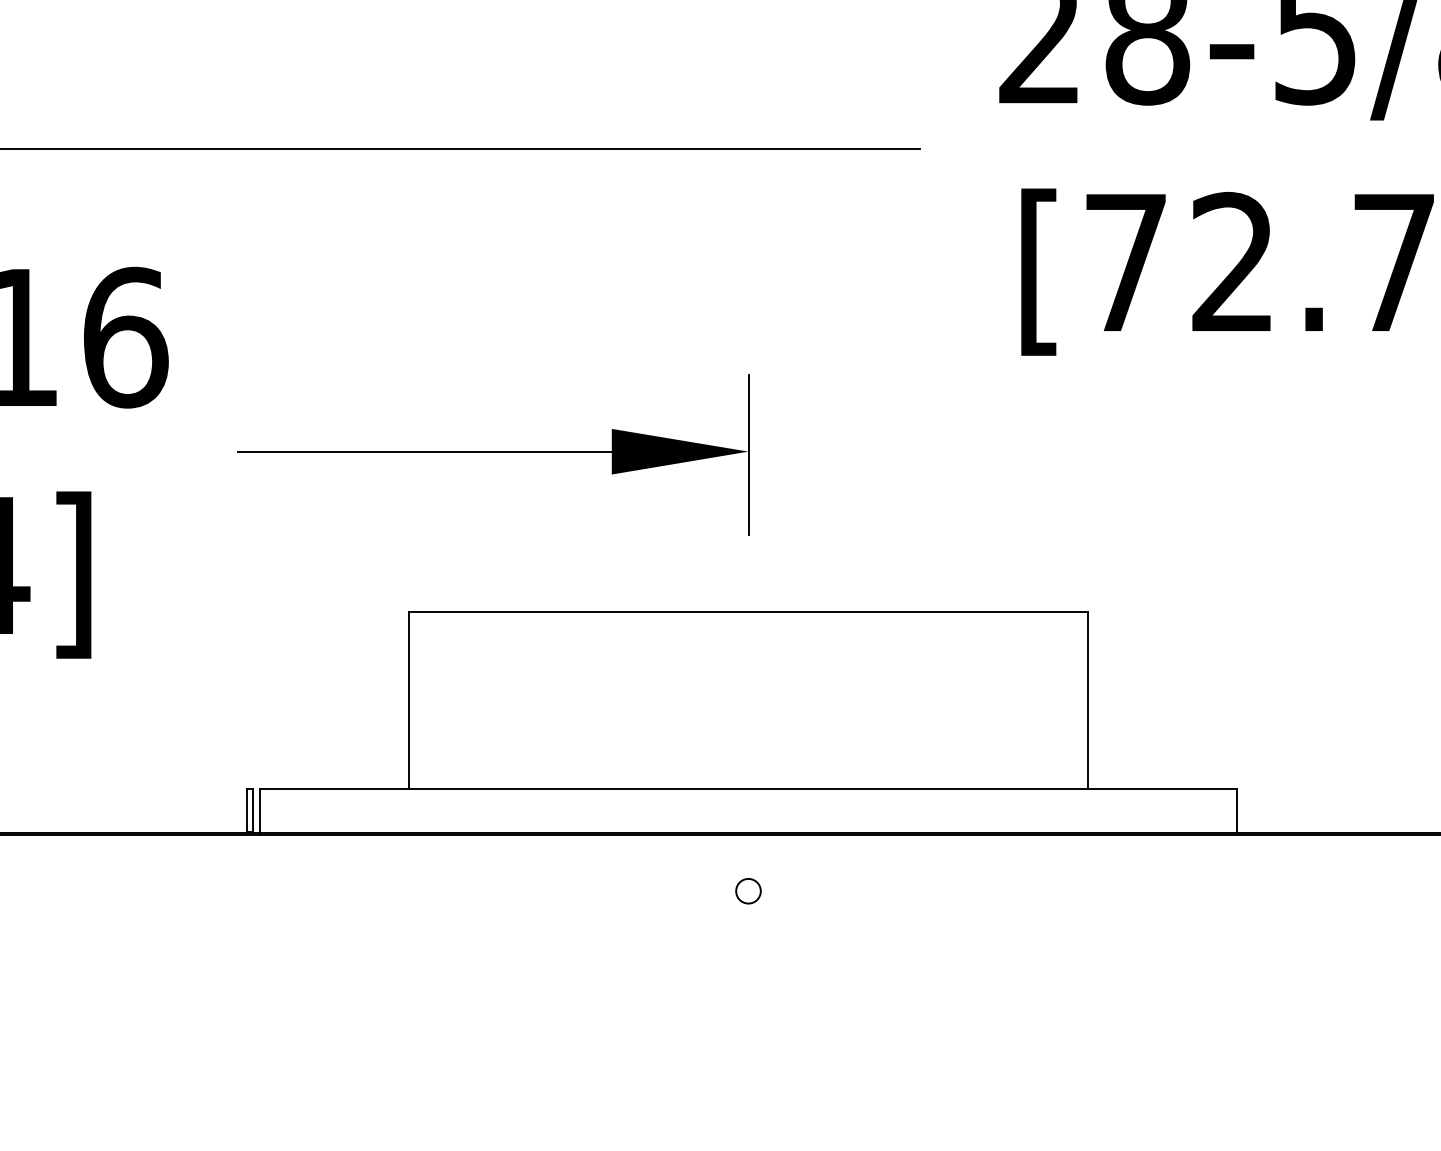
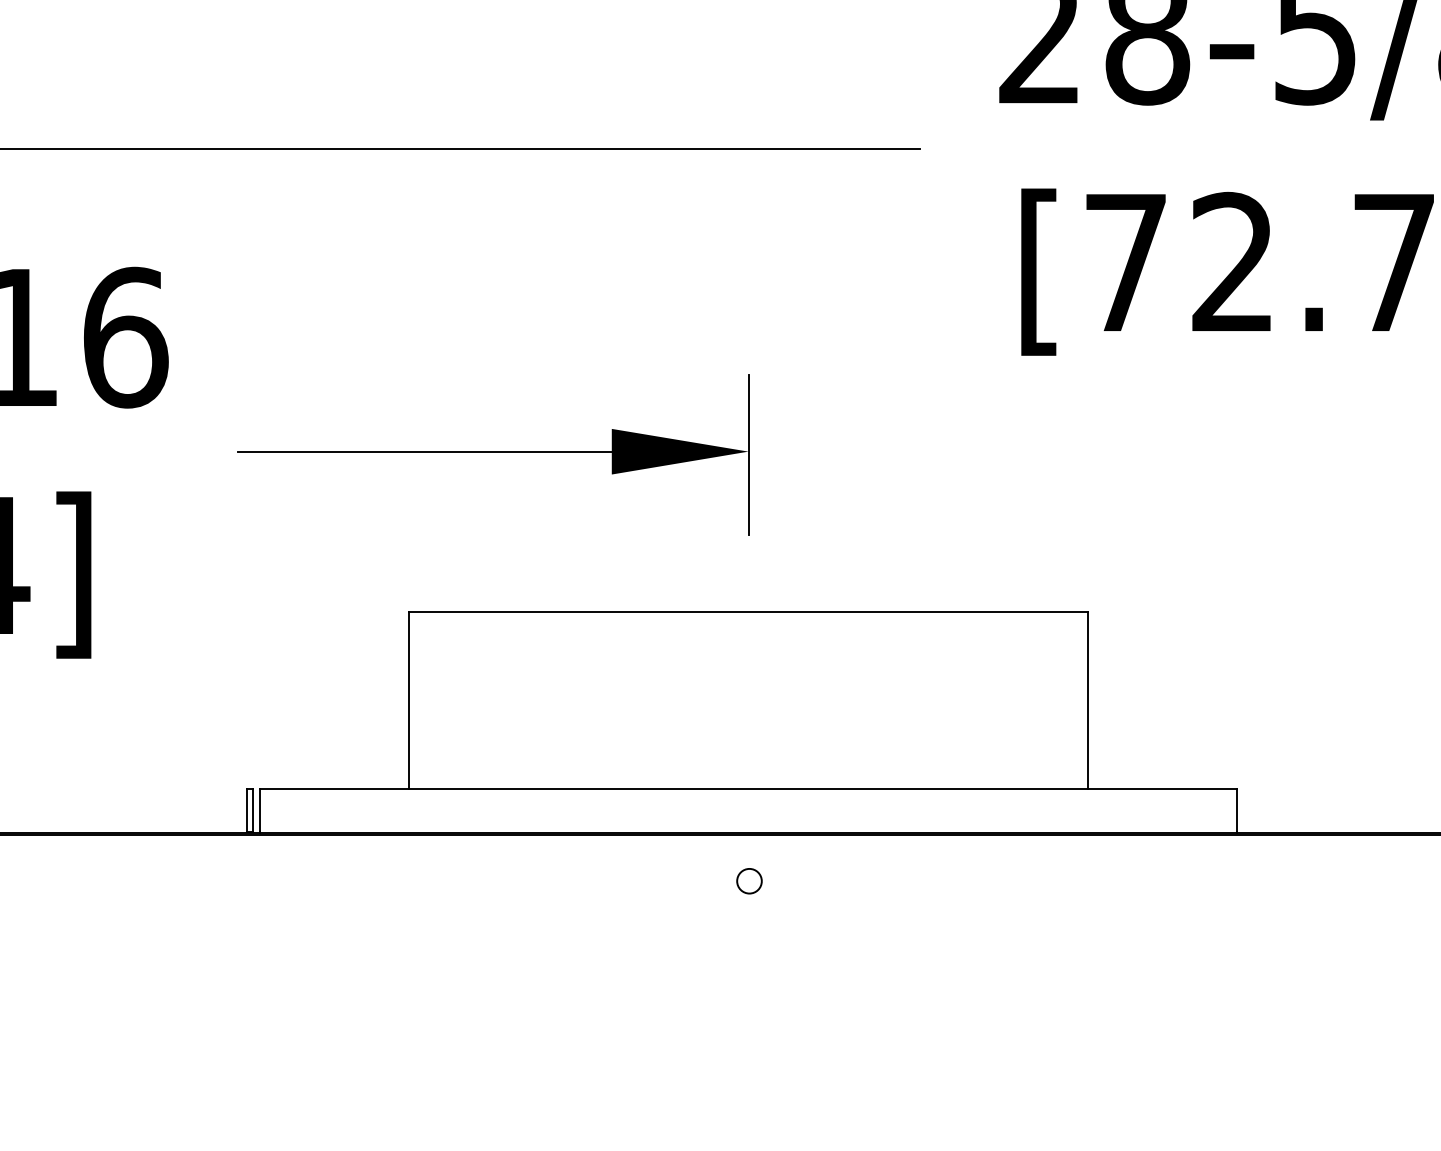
circle at (748, 891) position: (748, 891) -> (749, 881)
